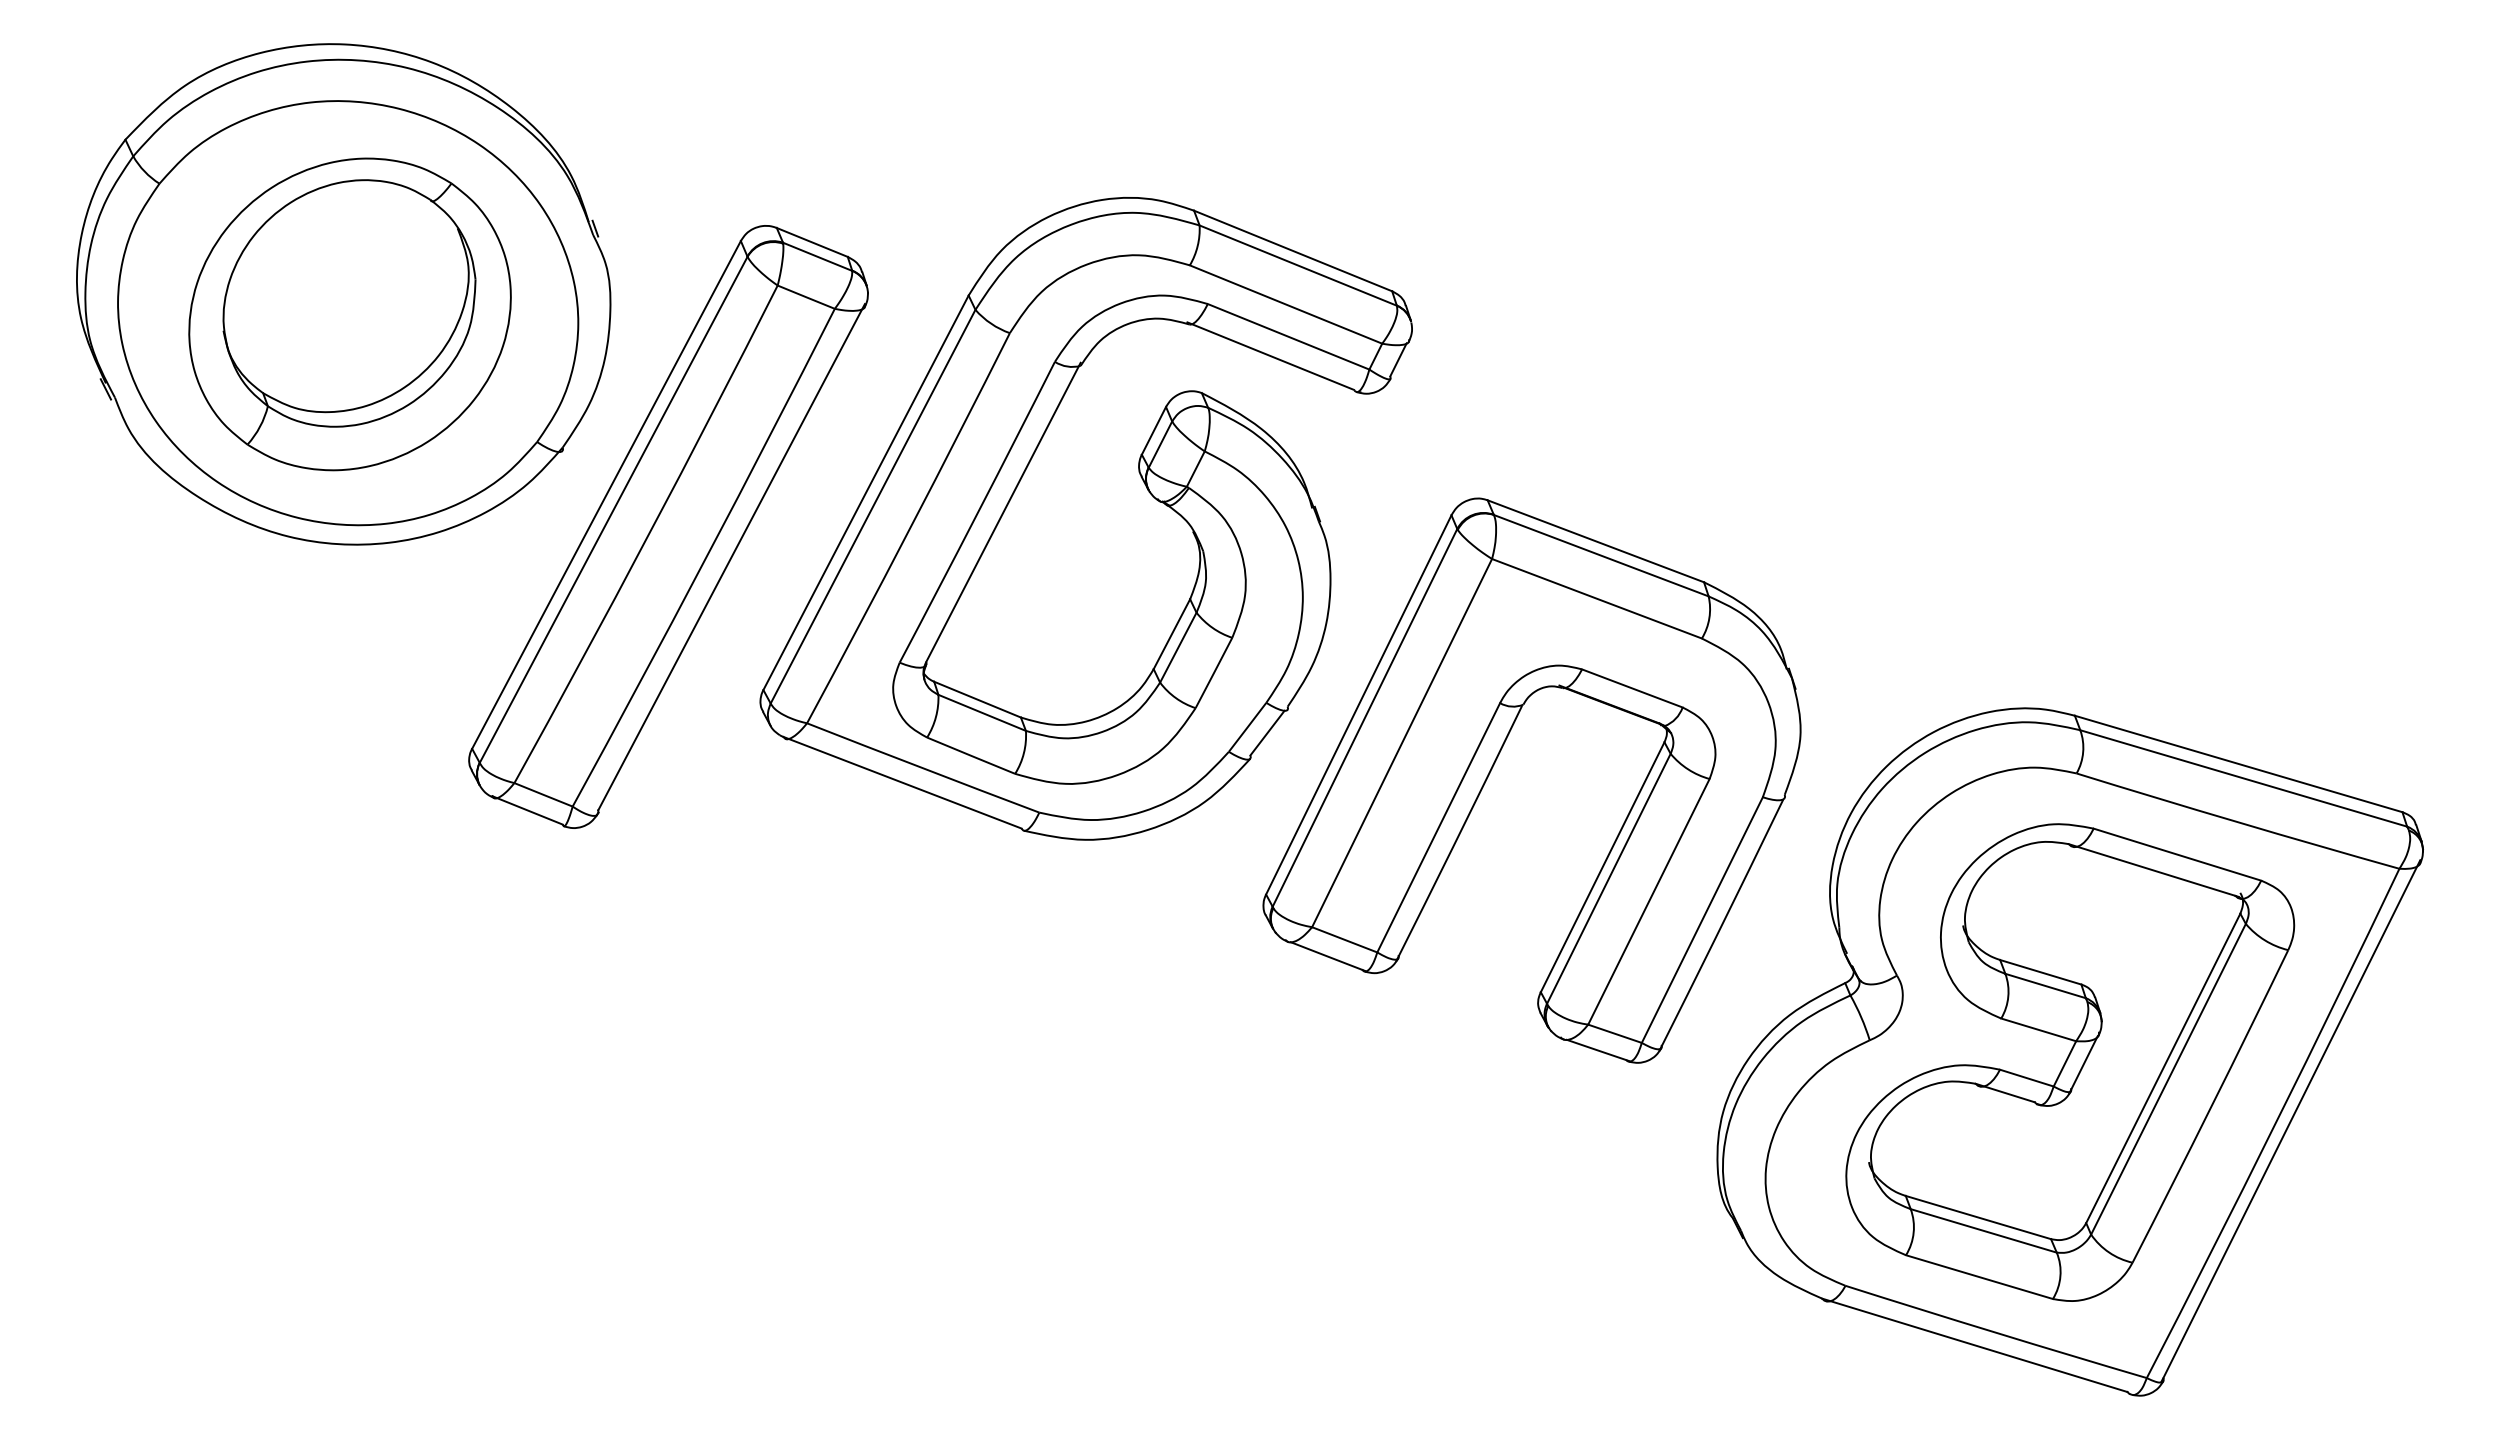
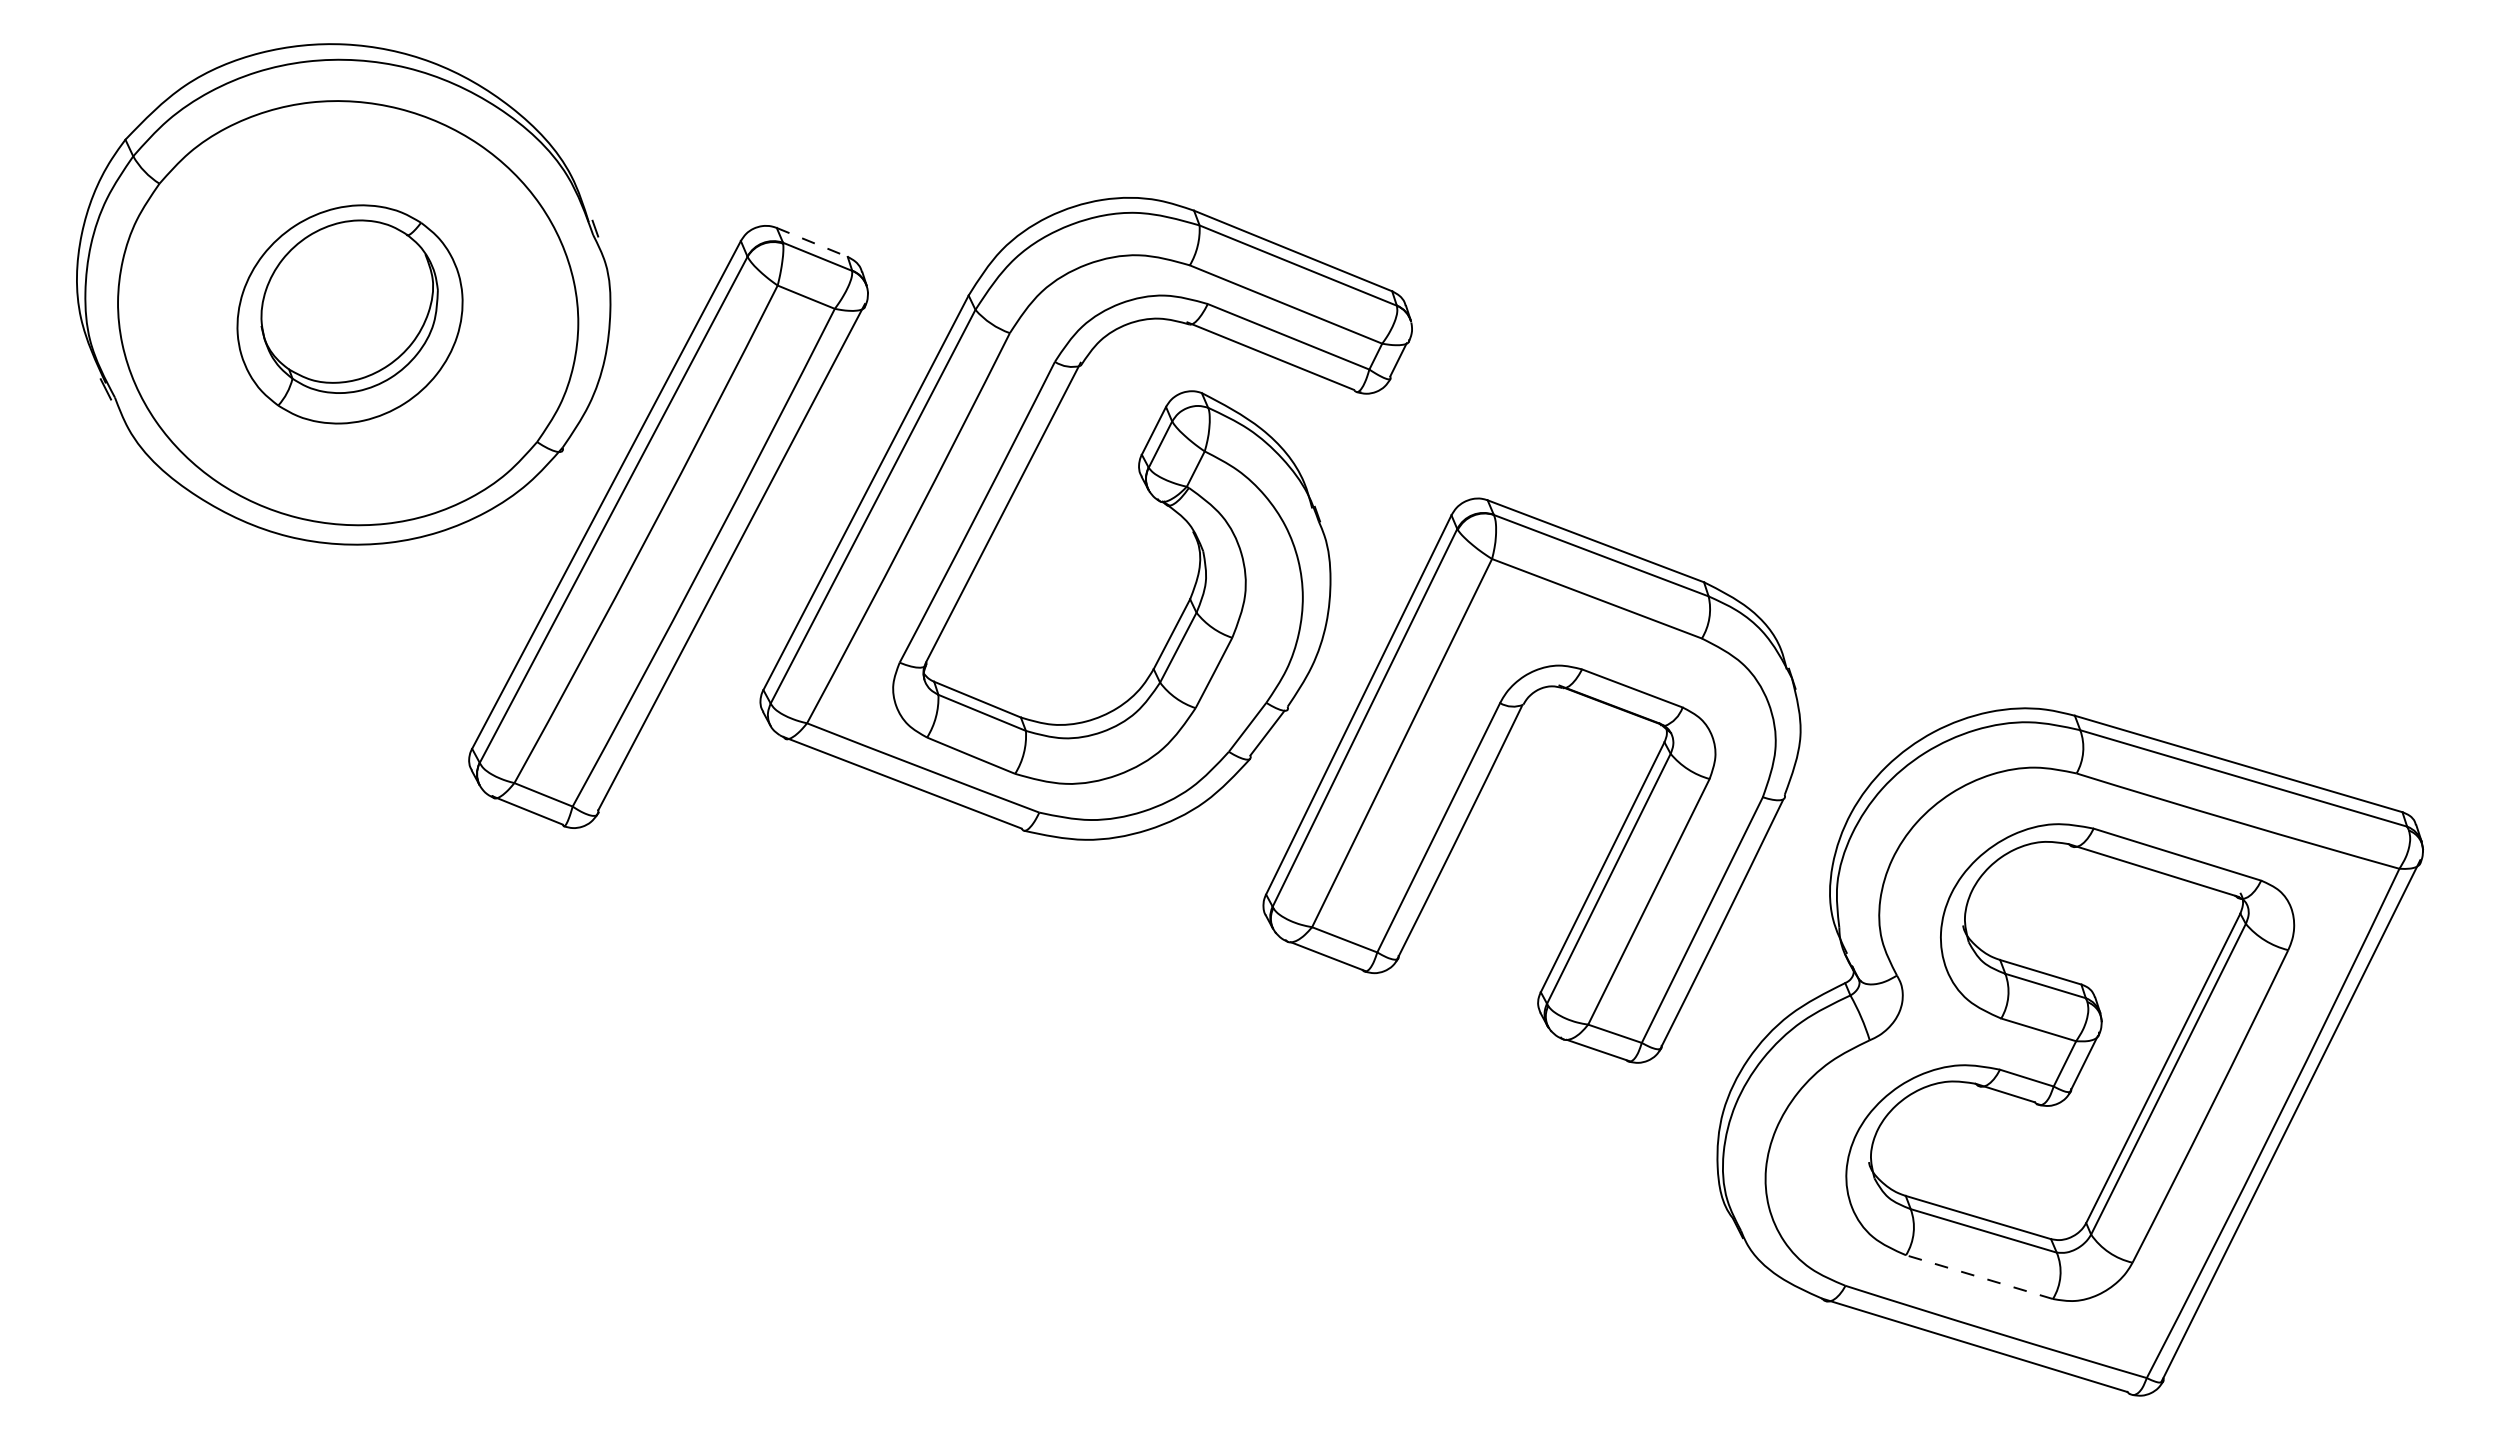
line at (812, 242): solid -> dashed
part at (349, 314) size: 324x315 px -> 228x221 px
line at (1979, 1277): solid -> dashed
